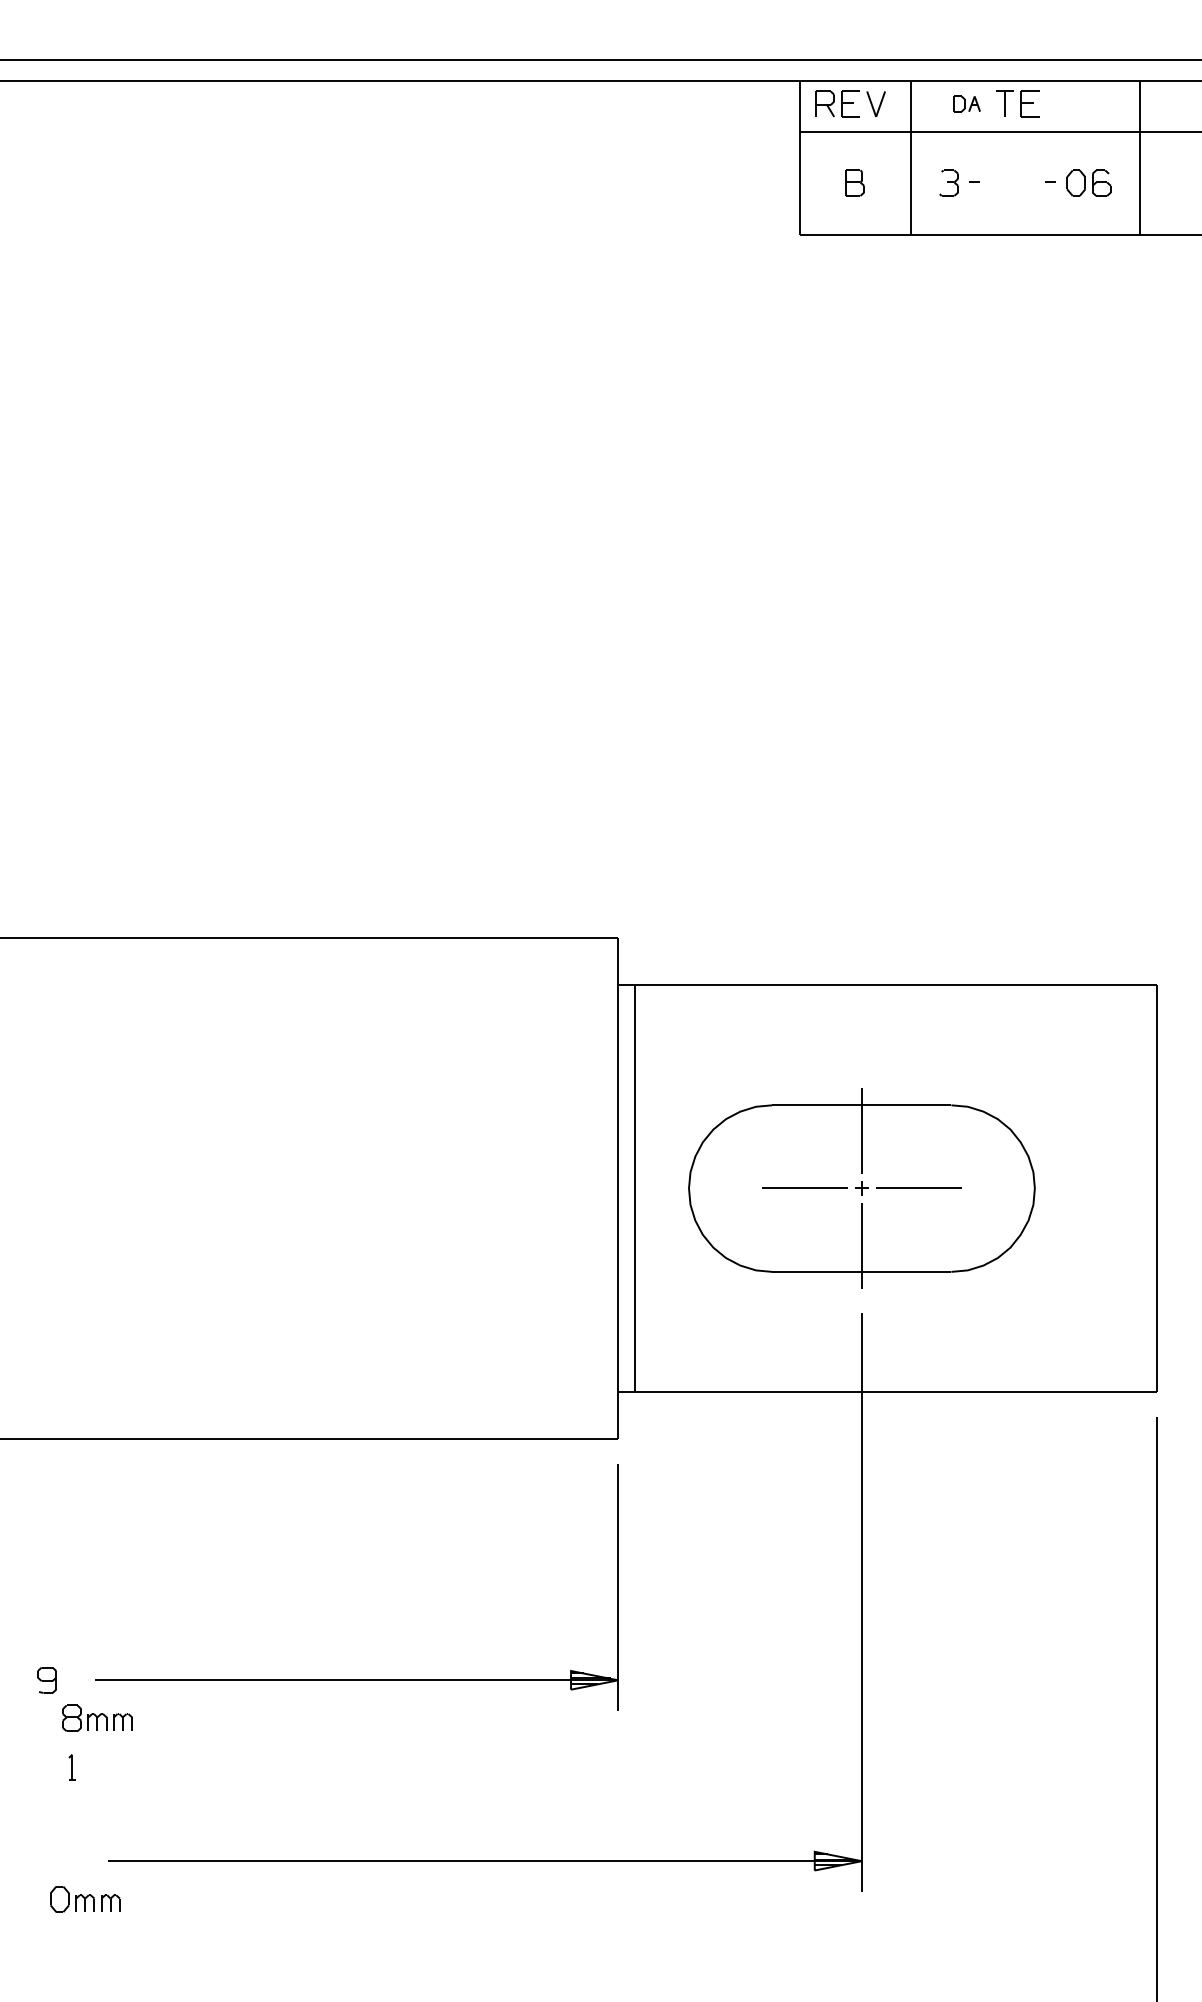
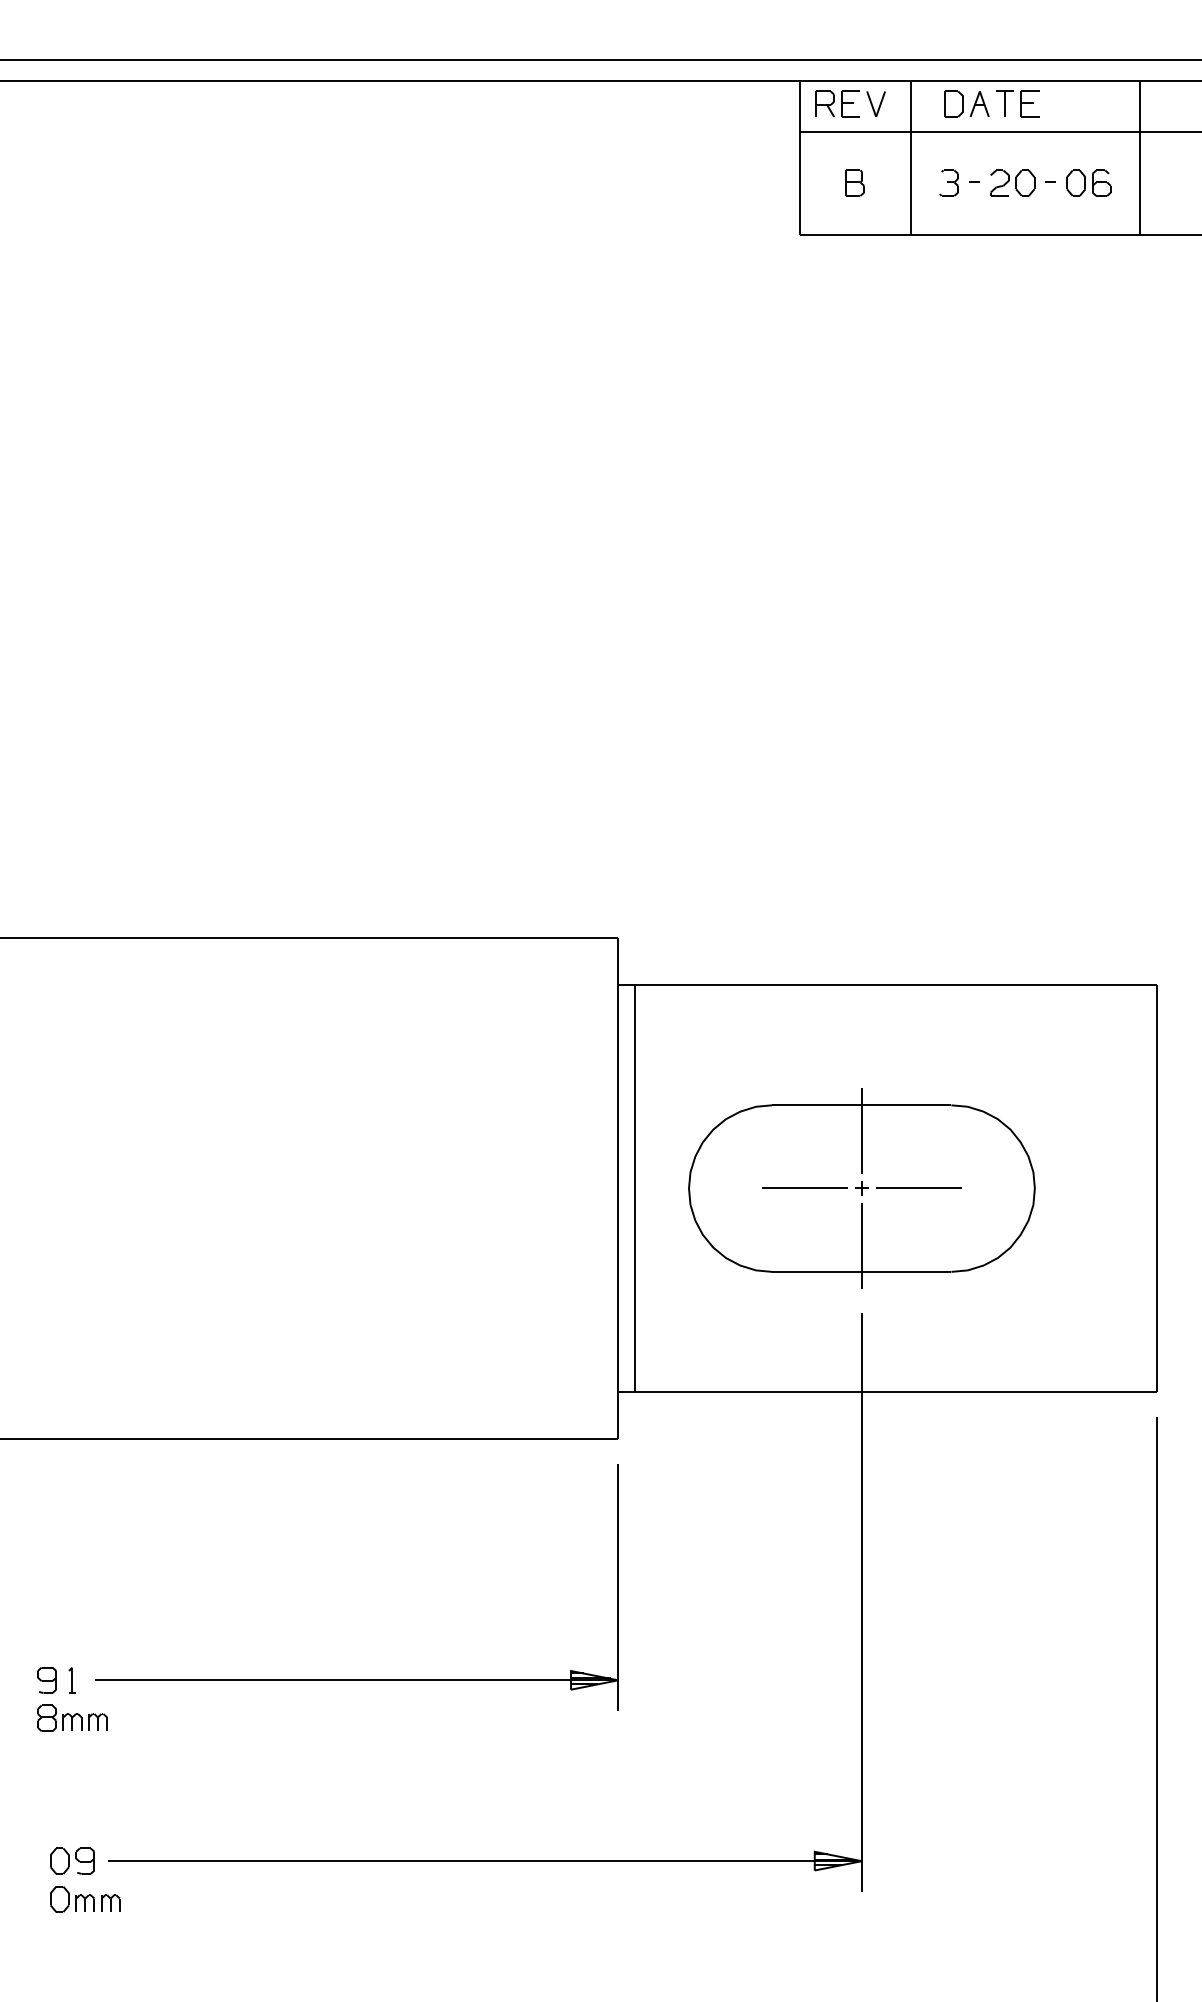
part at (966, 103) size: 28x18 px -> 46x28 px
part at (1012, 182): none -> present
part at (97, 1717) position: (97, 1717) -> (72, 1717)
part at (71, 1767) position: (71, 1767) -> (71, 1680)
part at (72, 1860): none -> present
